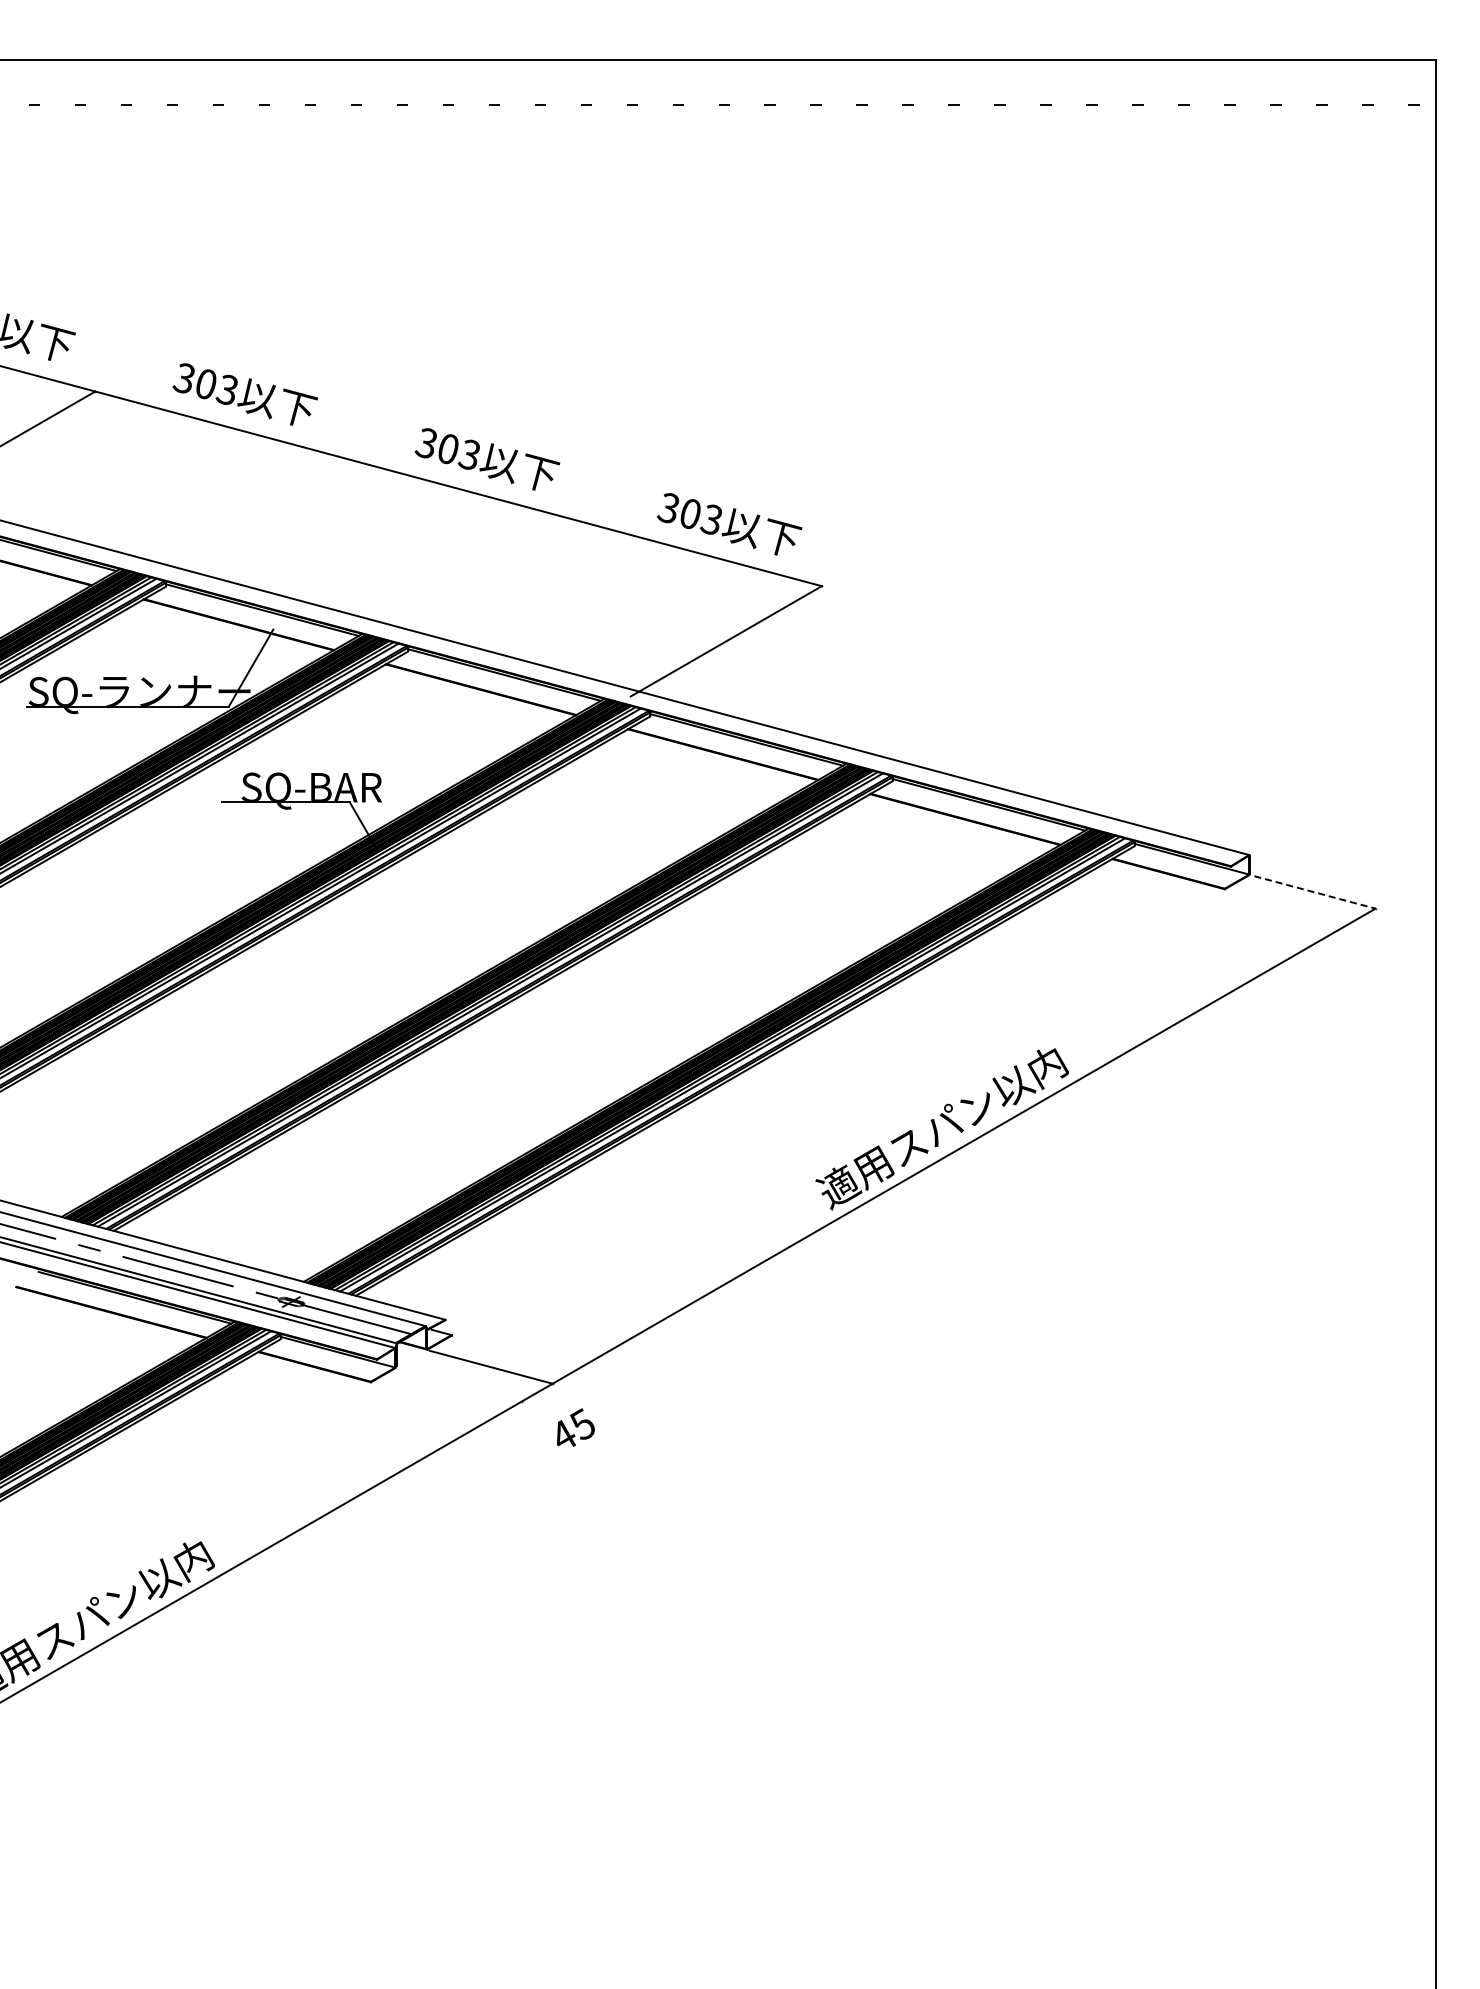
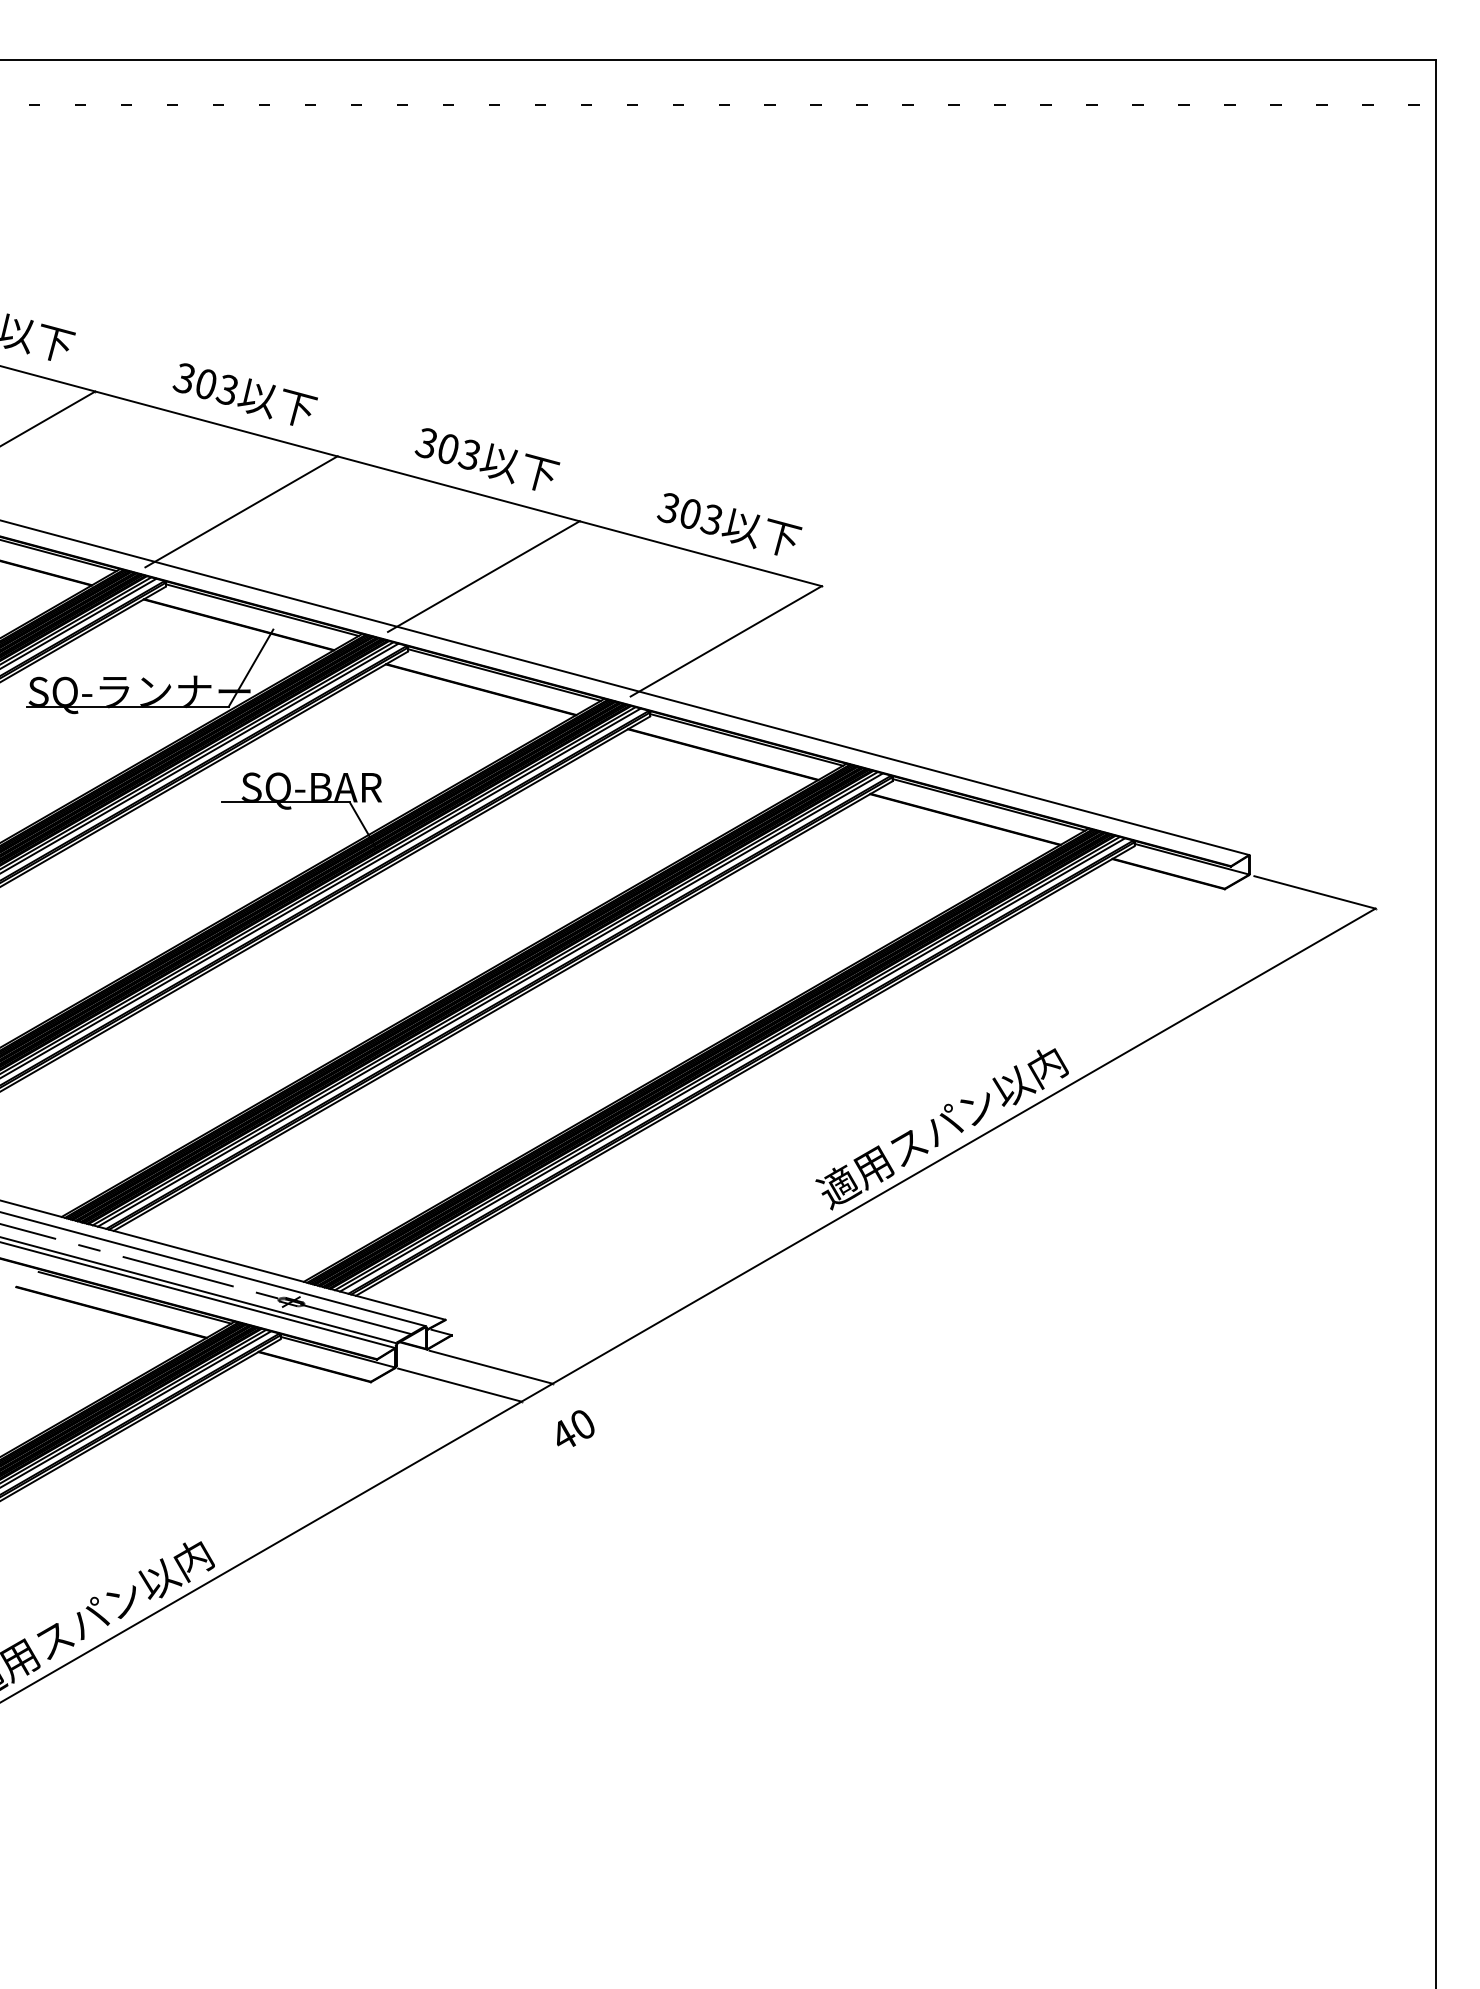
line at (241, 511): none -> present
line at (483, 576): none -> present
line at (1314, 892): dashed -> solid
line at (459, 1384): none -> present
text at (582, 1423): 45 -> 40
